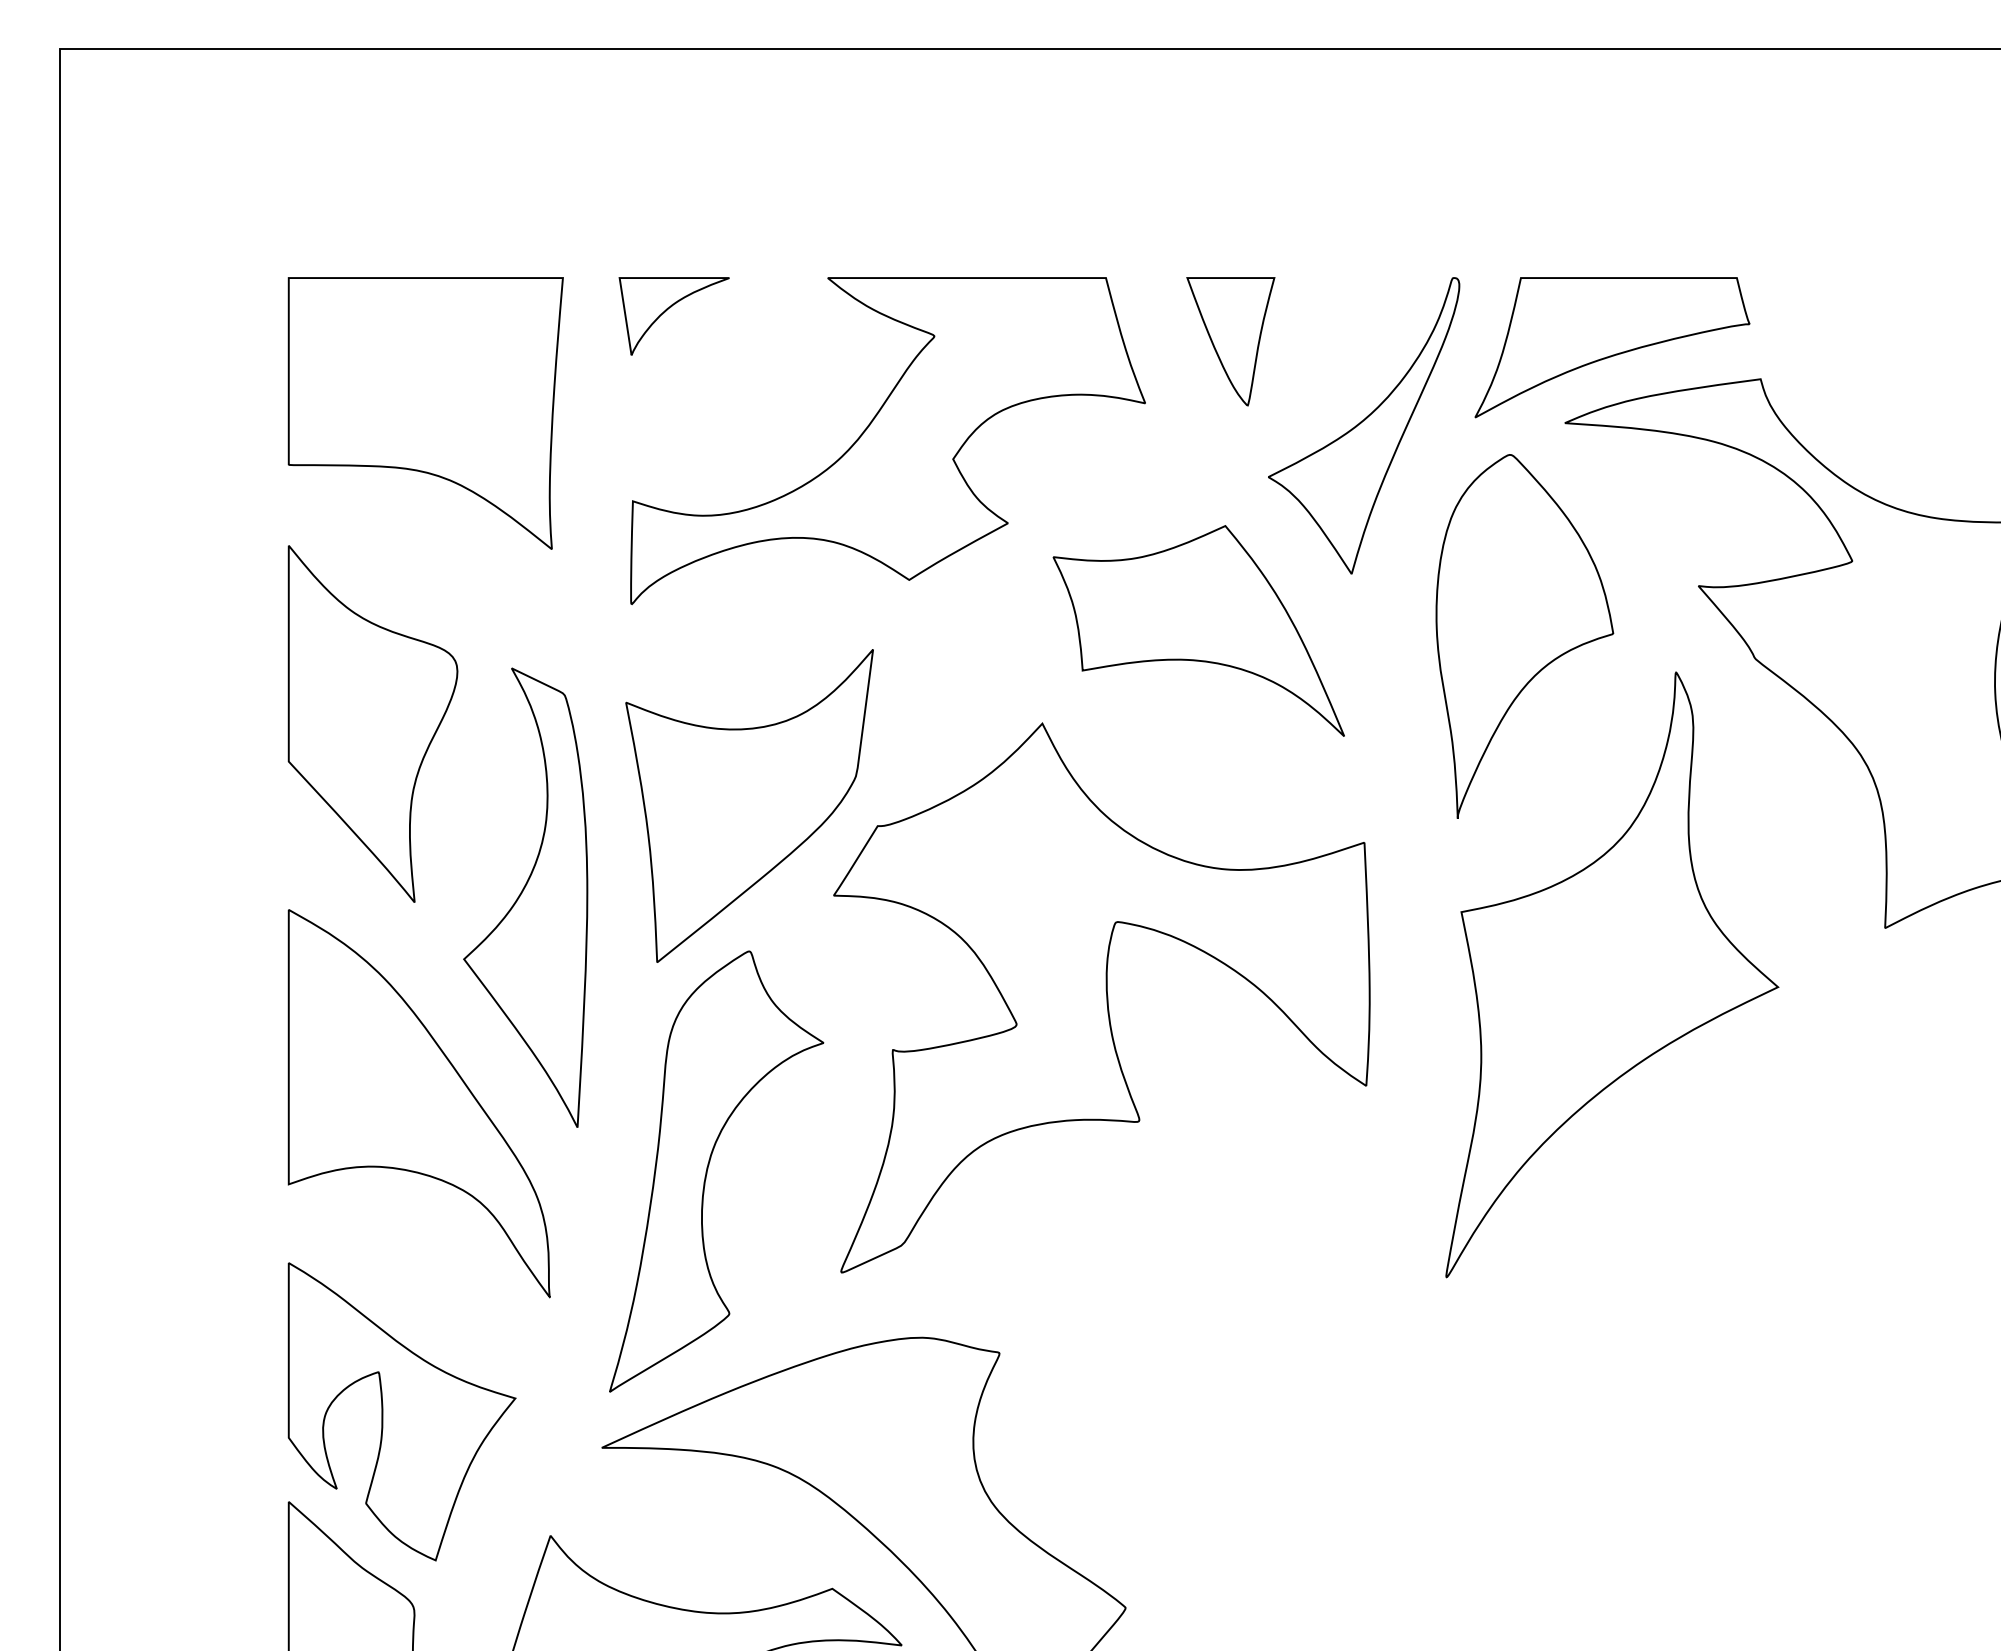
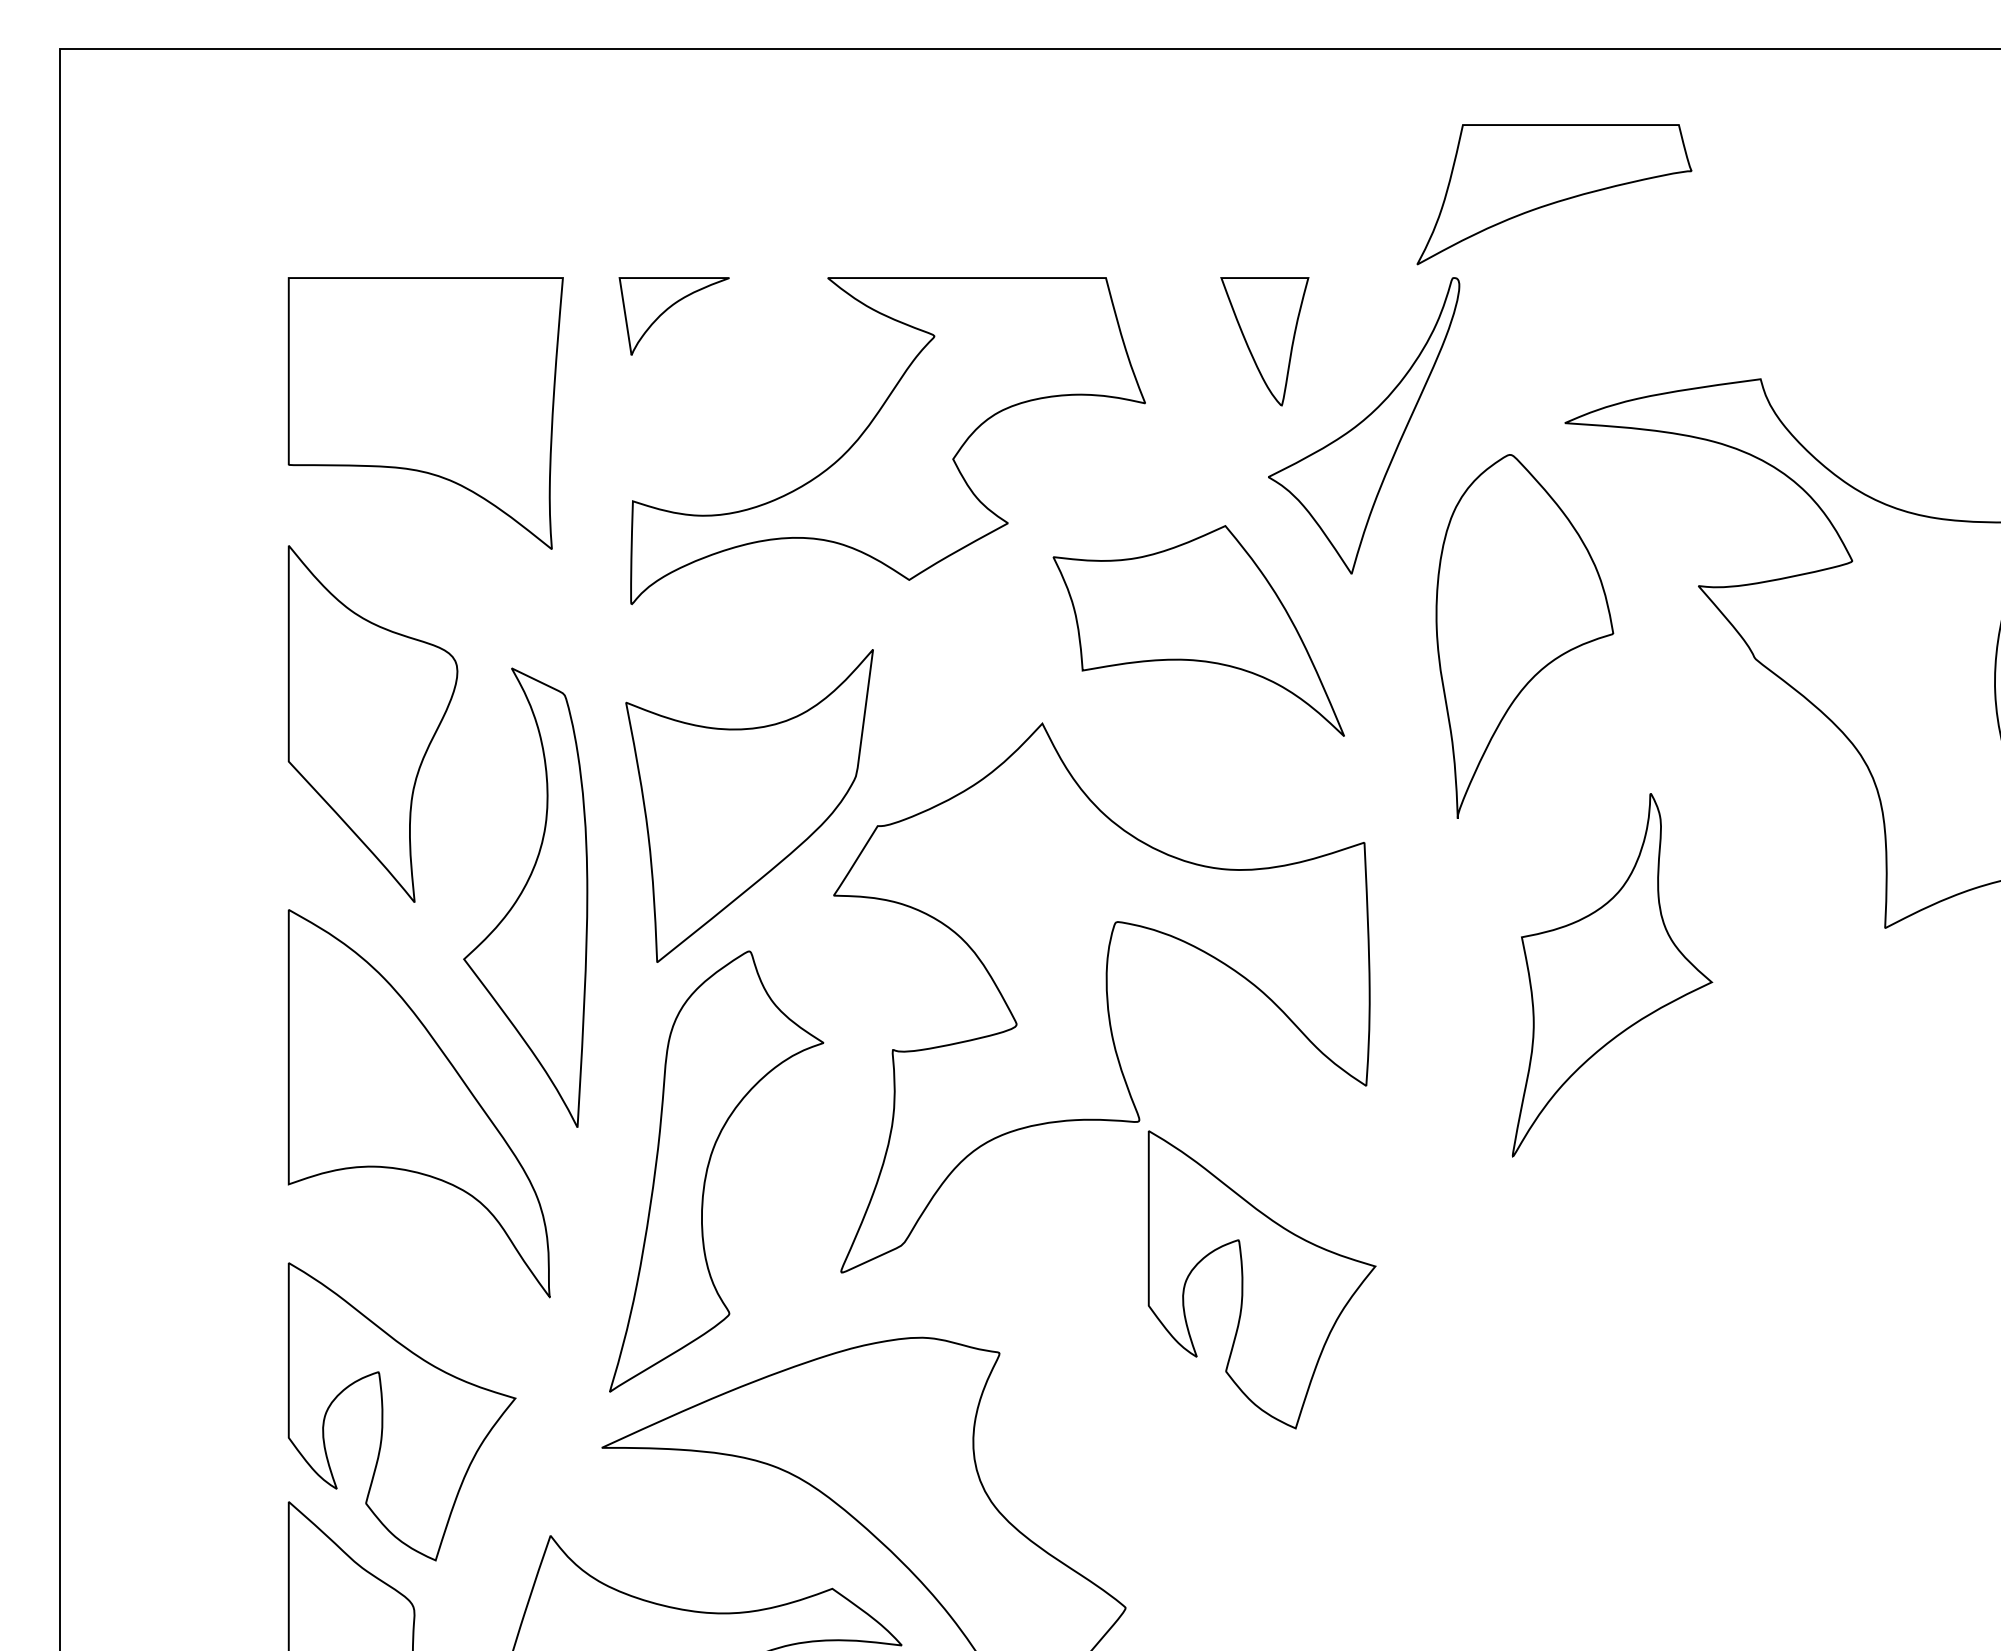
part at (1230, 341) position: (1230, 341) -> (1264, 341)
part at (1612, 347) position: (1612, 347) -> (1554, 194)
part at (1612, 974) size: 335x608 px -> 203x365 px
part at (1261, 1279): none -> present
